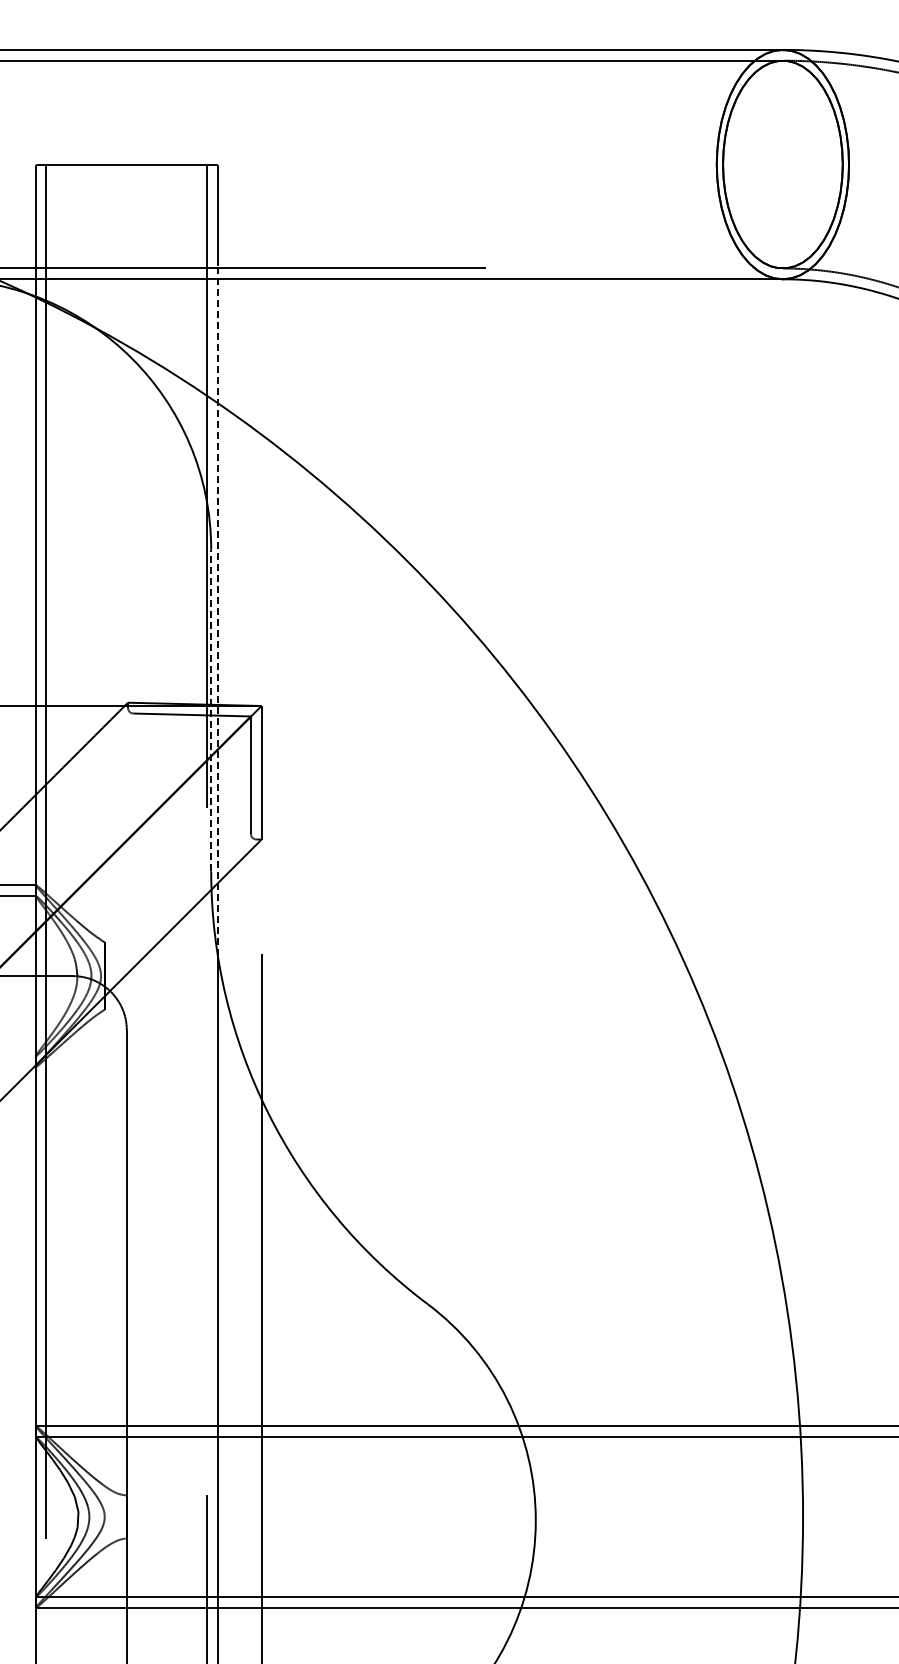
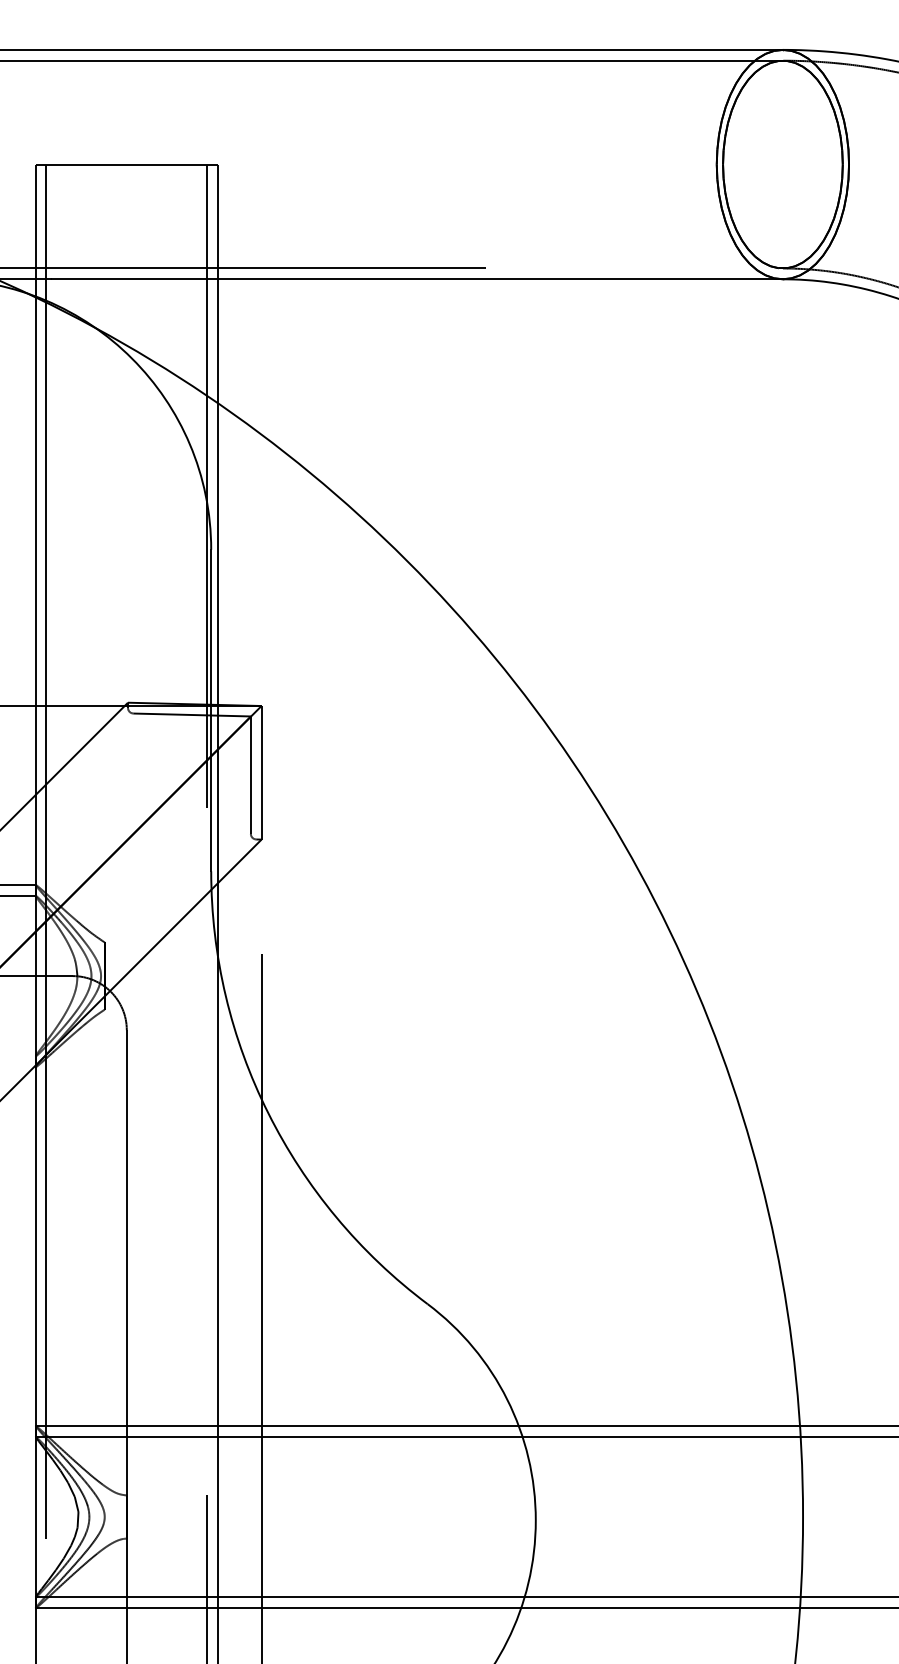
line at (217, 610): dashed -> solid
line at (211, 710): dashed -> solid
